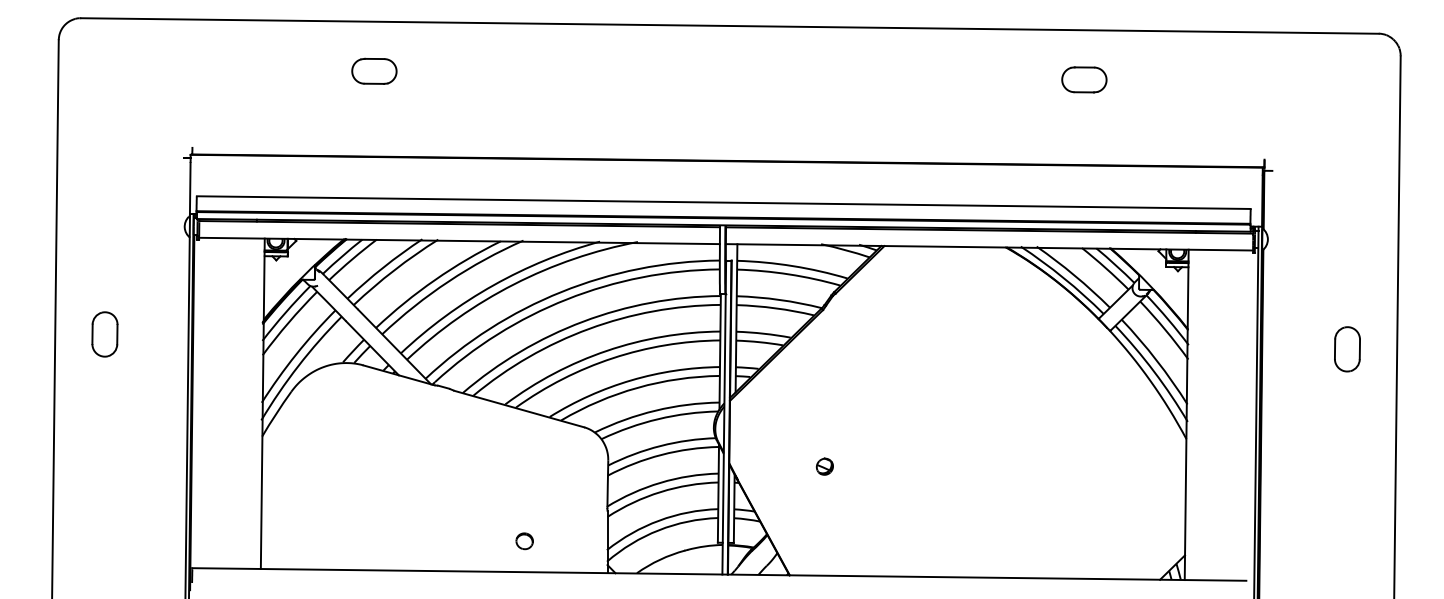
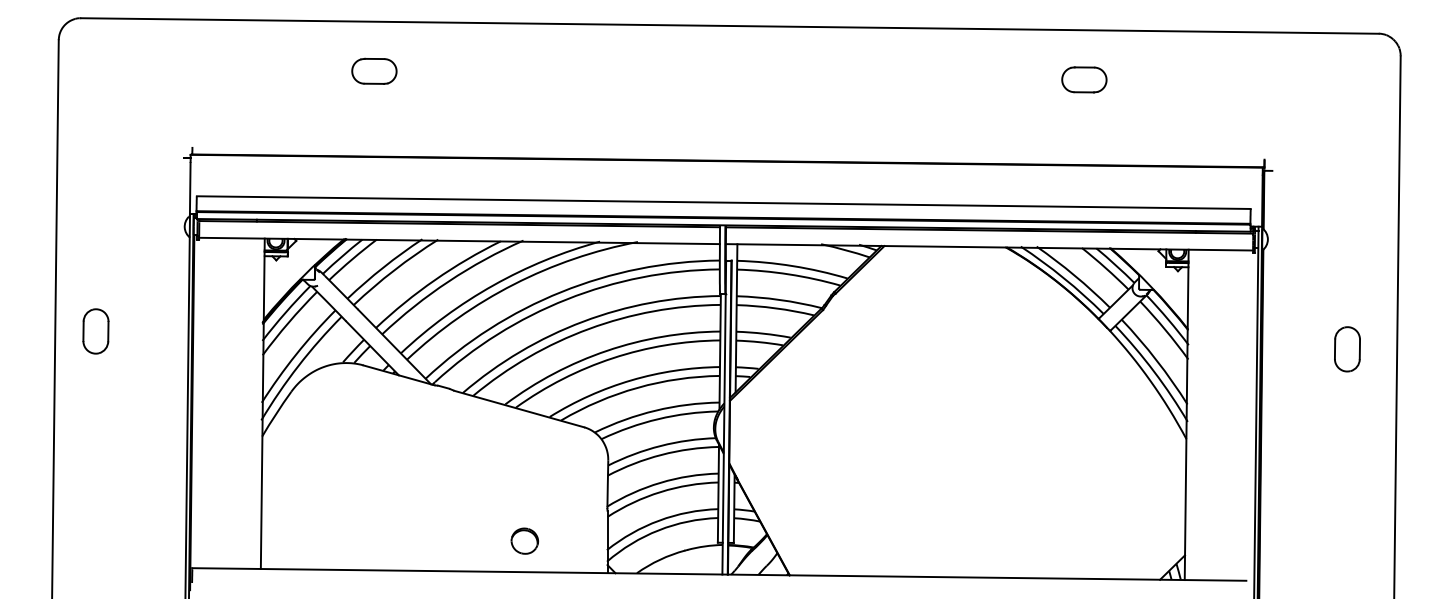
part at (104, 334) position: (104, 334) -> (95, 331)
part at (824, 466): present -> none
part at (524, 541) size: 19x19 px -> 29x28 px
